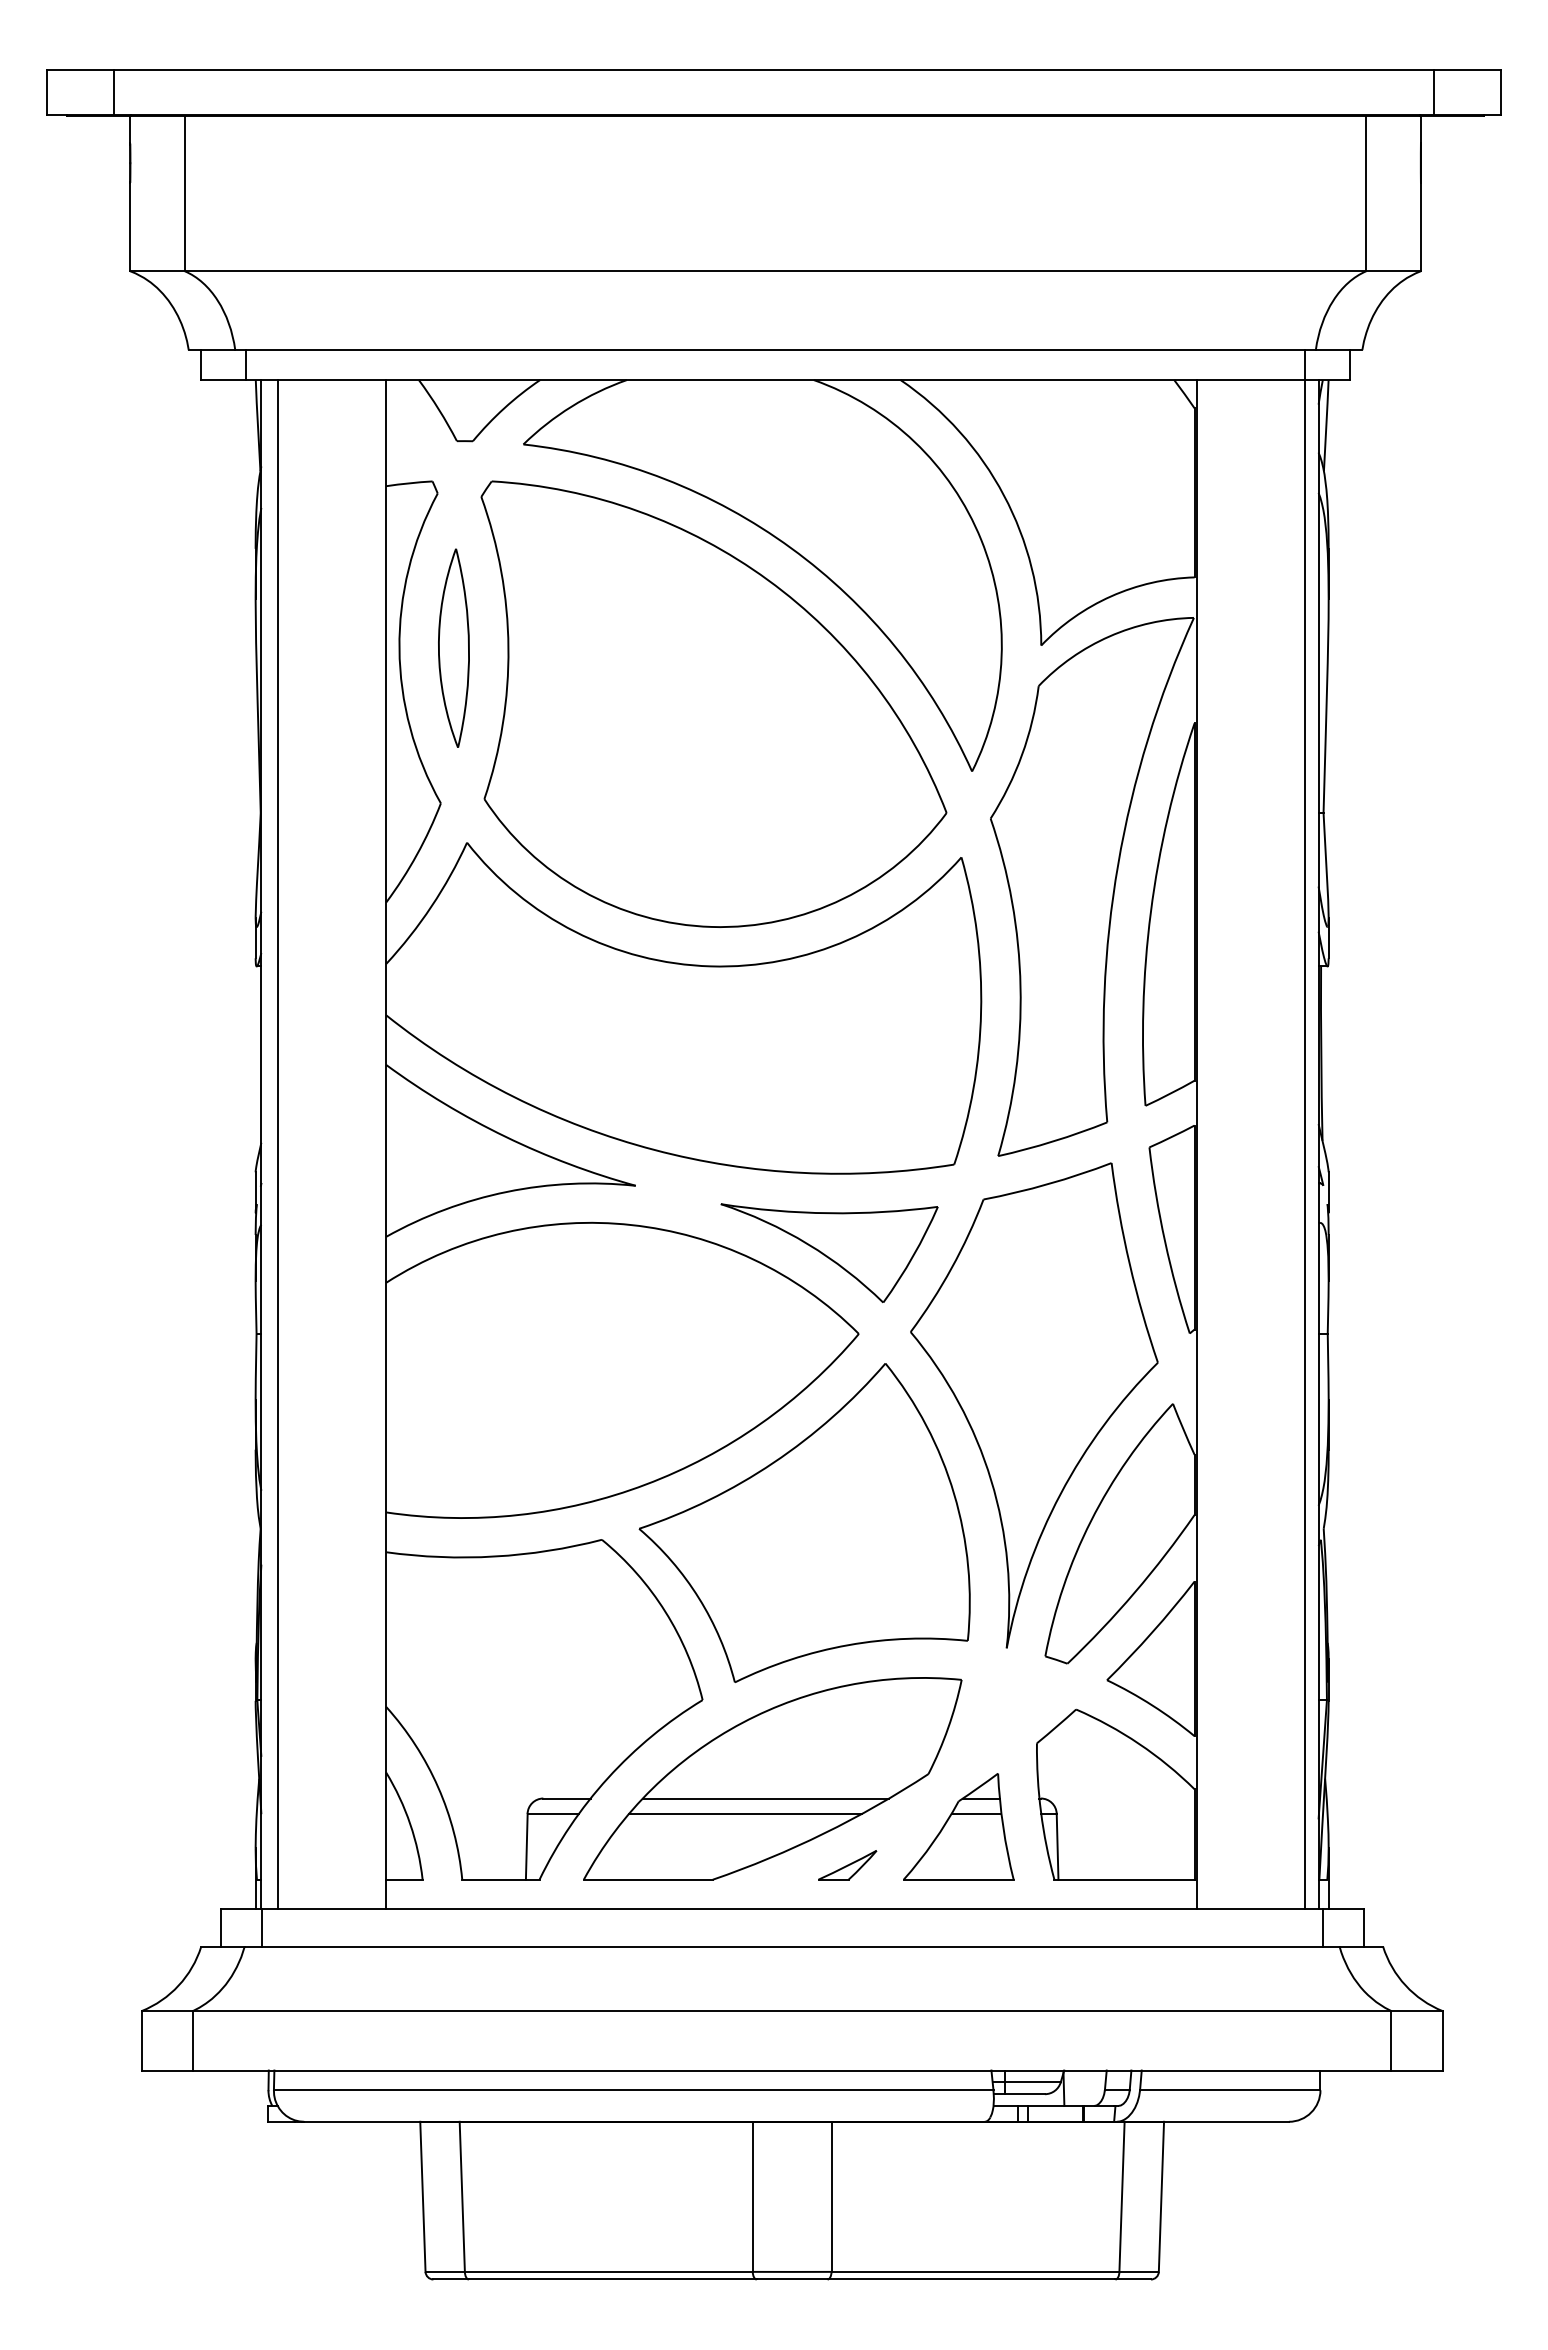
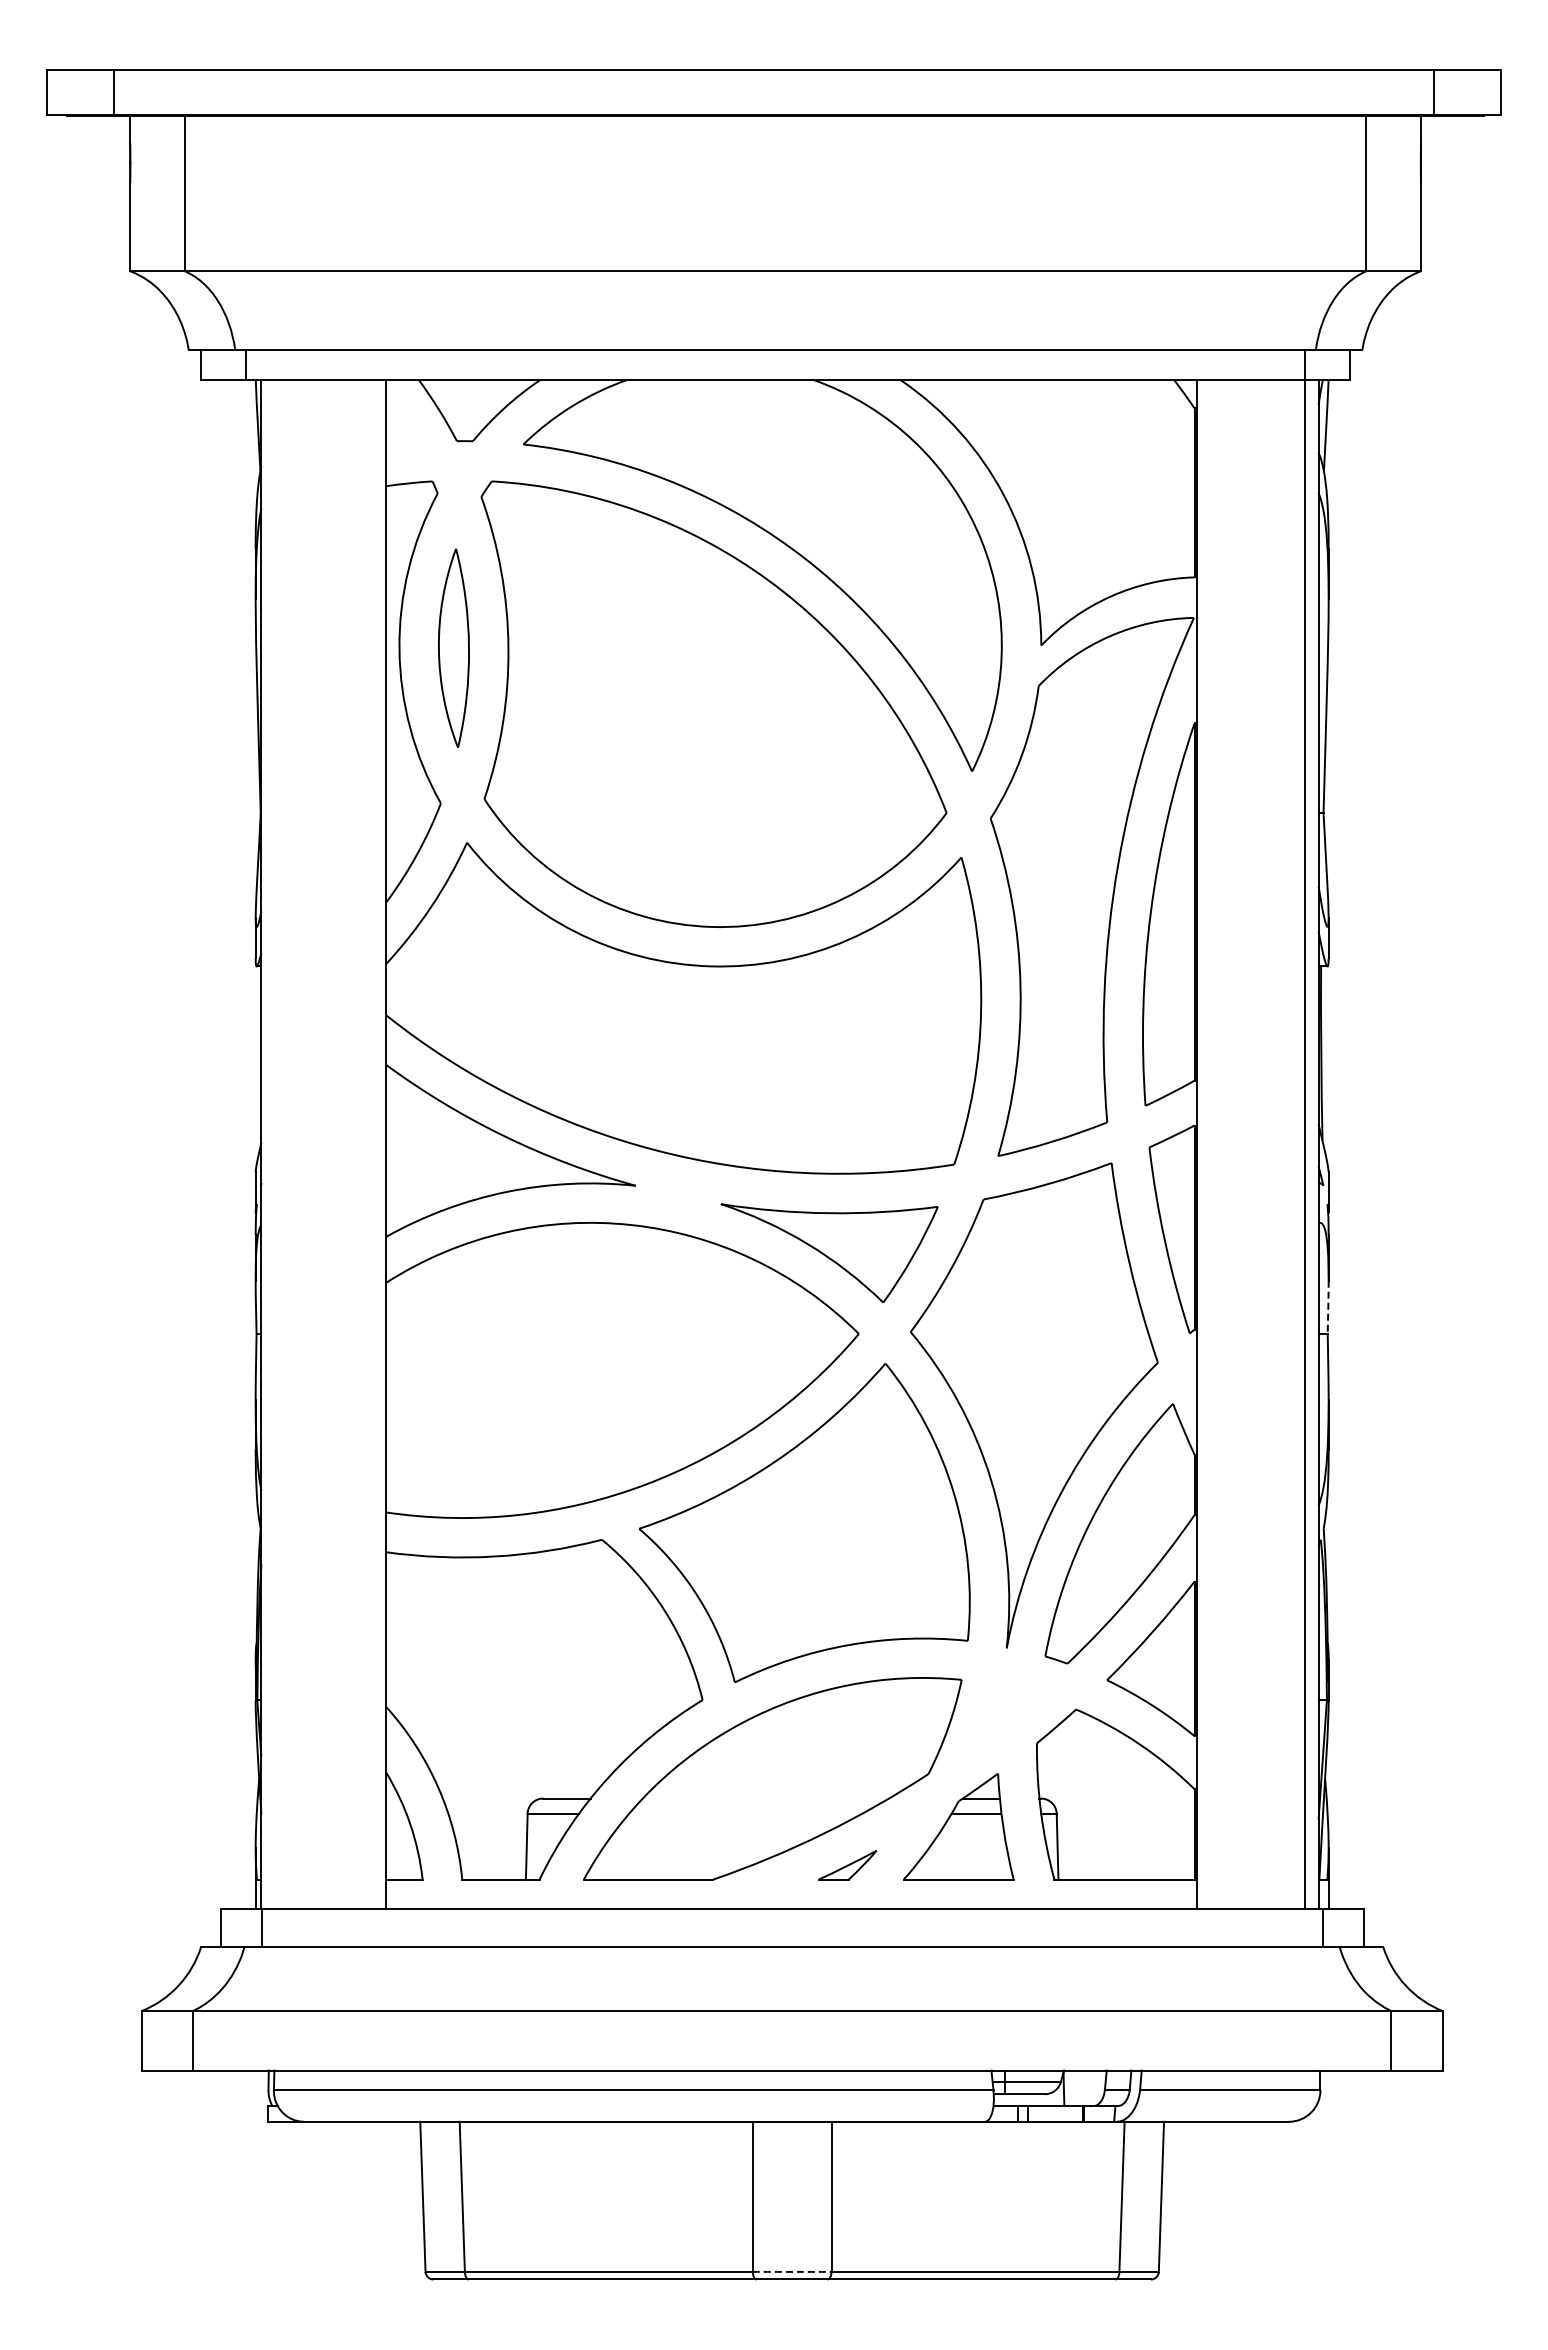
line at (278, 1144): present -> none
line at (1328, 1306): solid -> dashed
line at (765, 1798): present -> none
line at (744, 1813): present -> none
arc at (792, 2271): solid -> dashed
